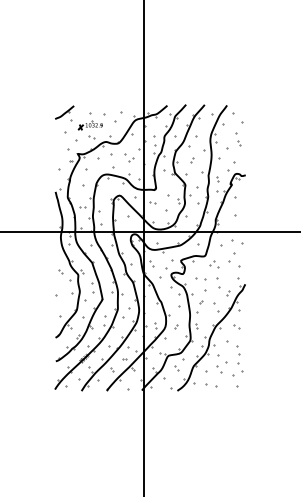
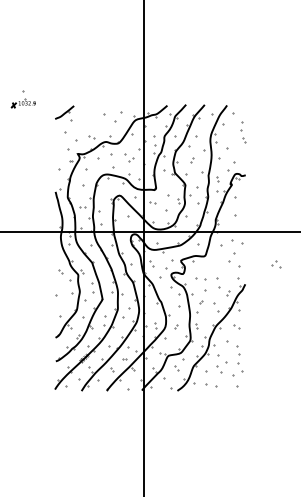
part at (89, 121) position: (89, 121) -> (22, 99)
part at (238, 139) position: (238, 139) -> (243, 136)
part at (214, 264) position: (214, 264) -> (276, 264)
